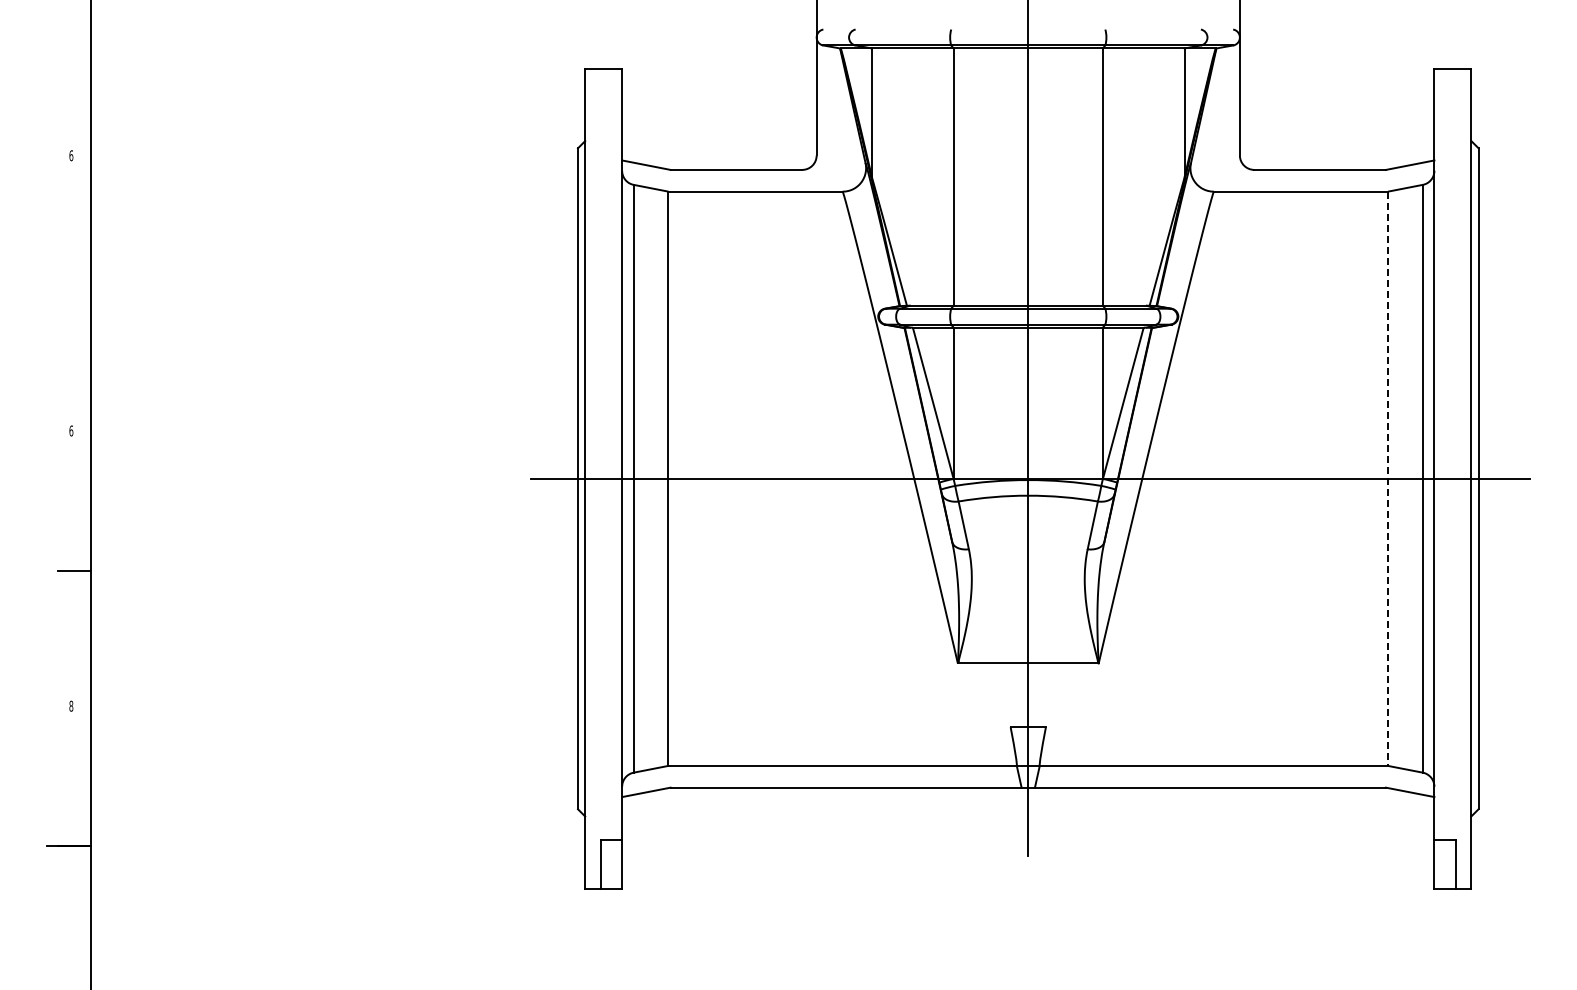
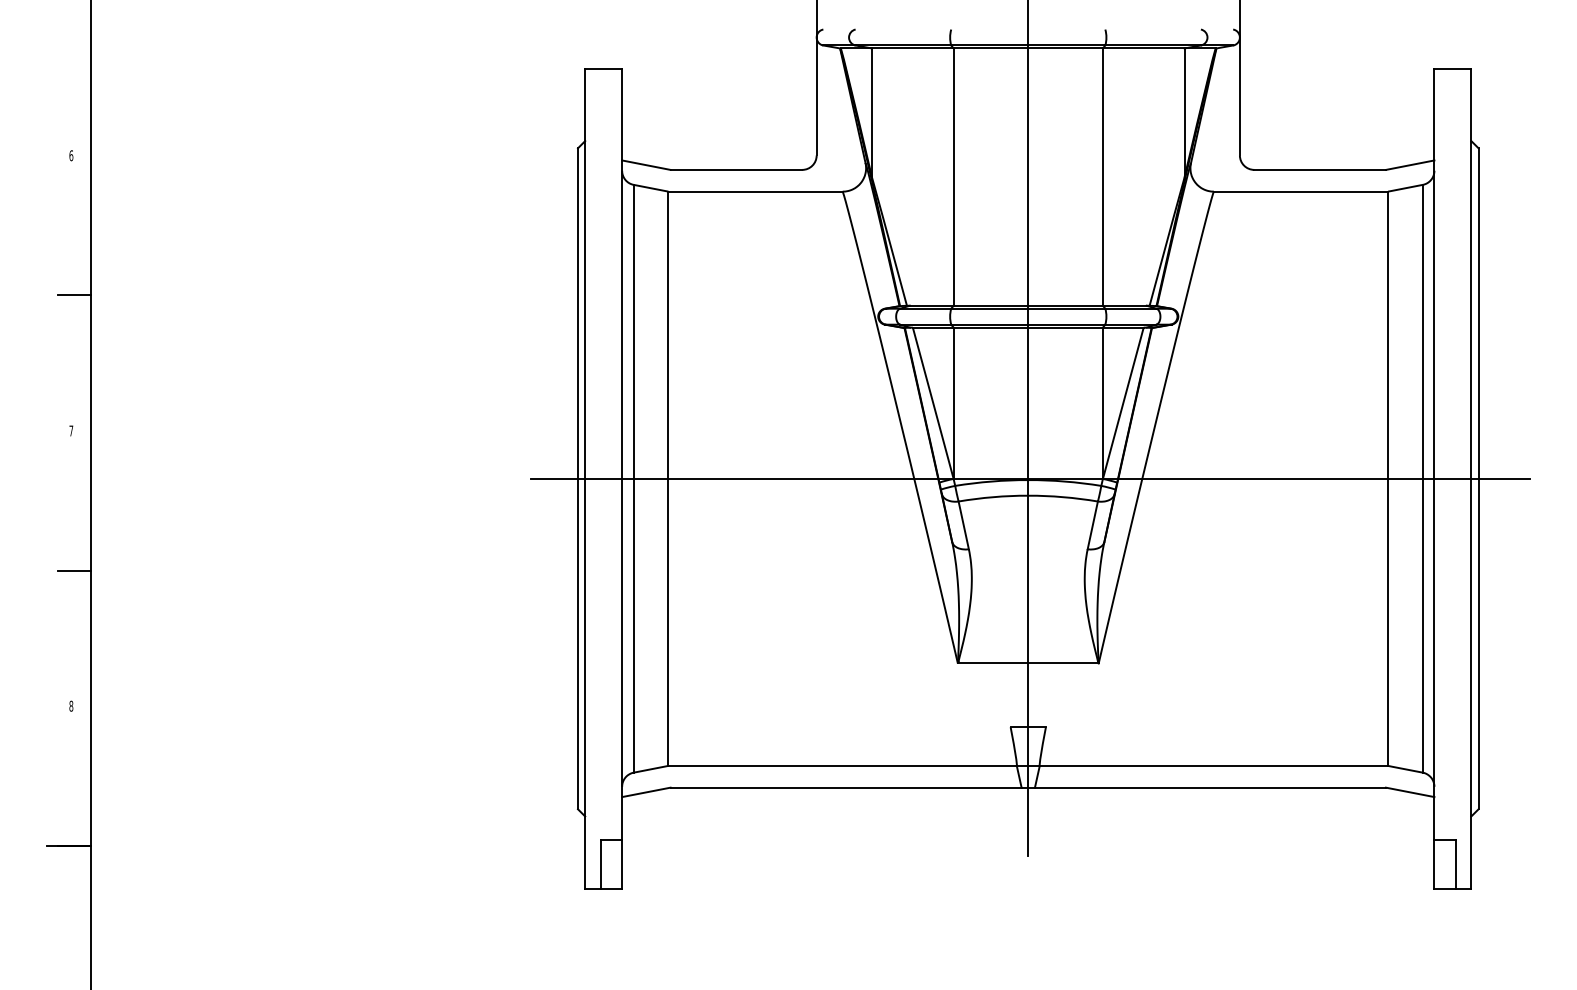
line at (74, 295): none -> present
text at (71, 430): 6 -> 7
line at (1388, 479): dashed -> solid
